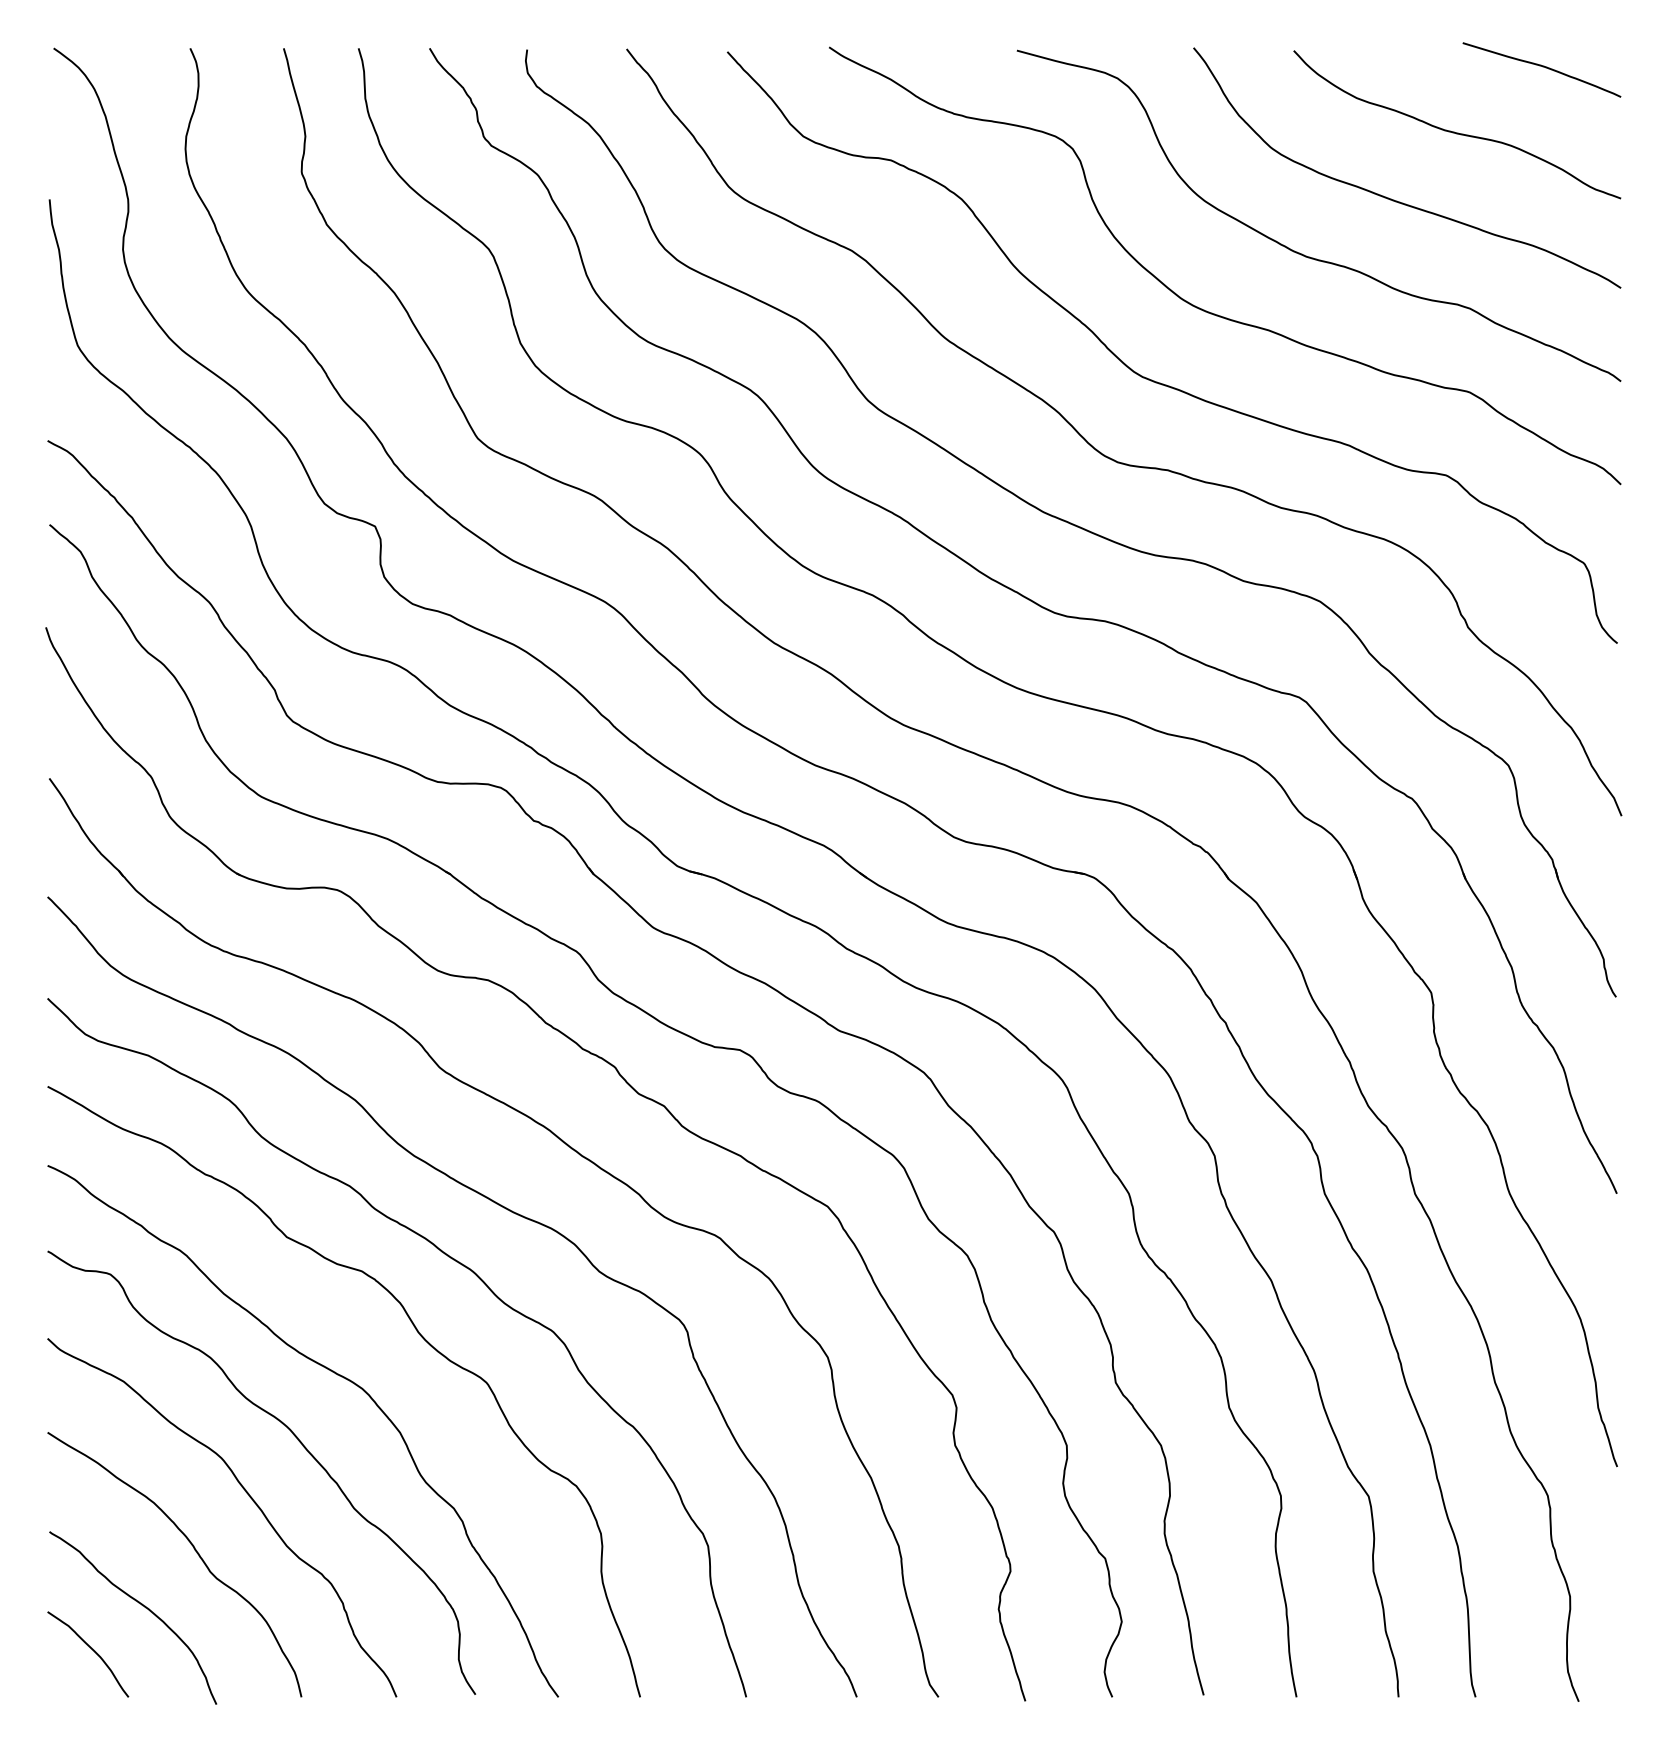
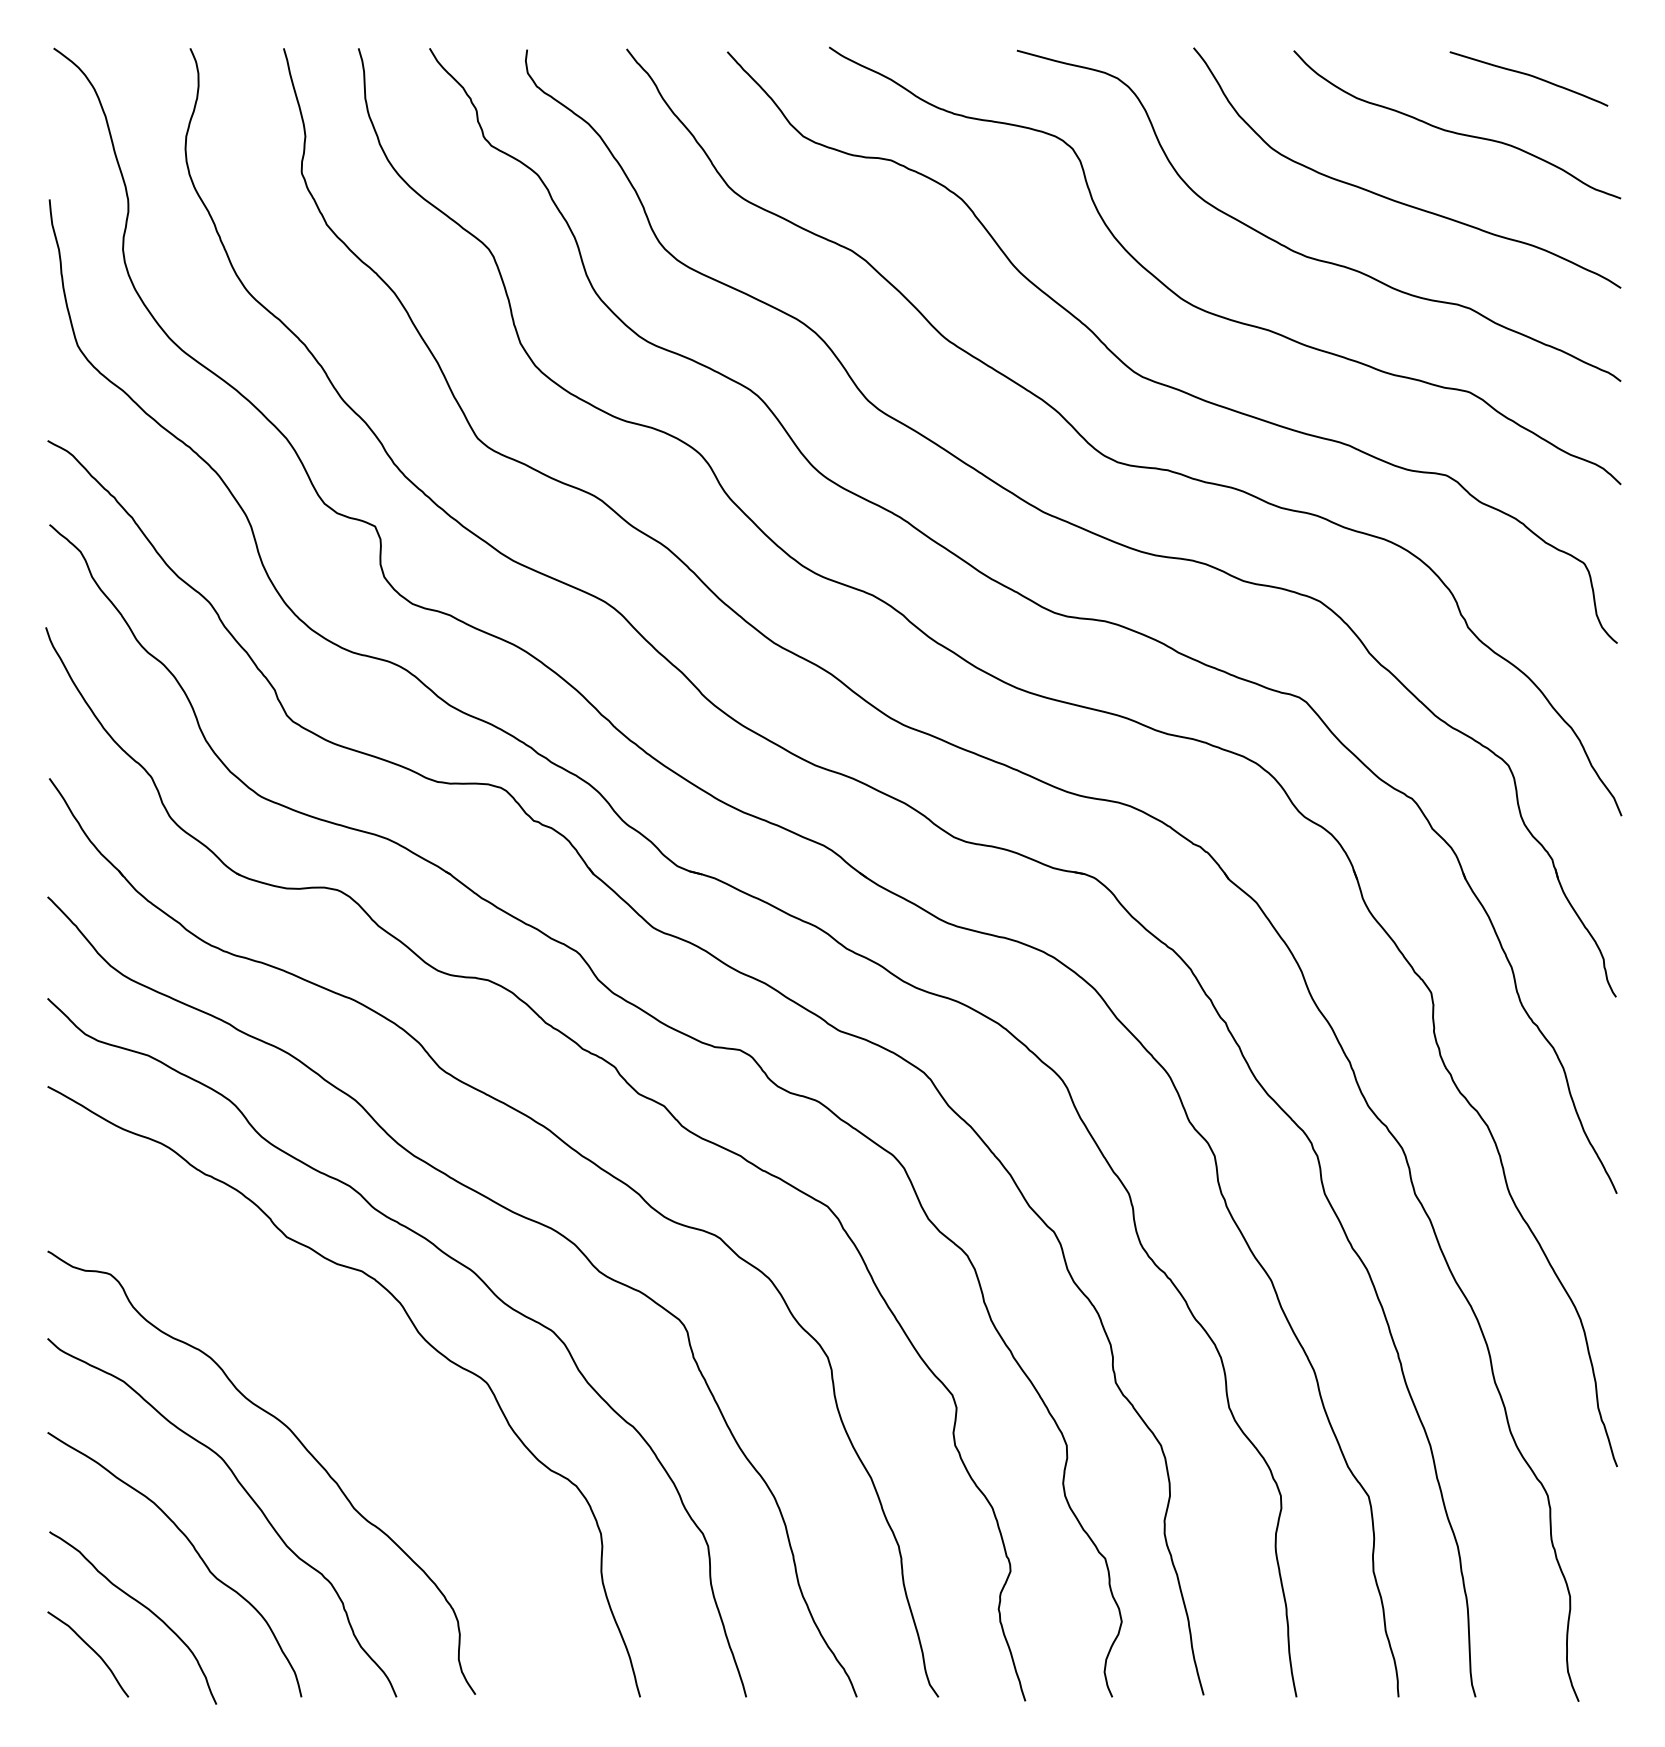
curve at (1542, 67) position: (1542, 67) -> (1529, 76)
curve at (335, 1374): present -> none
